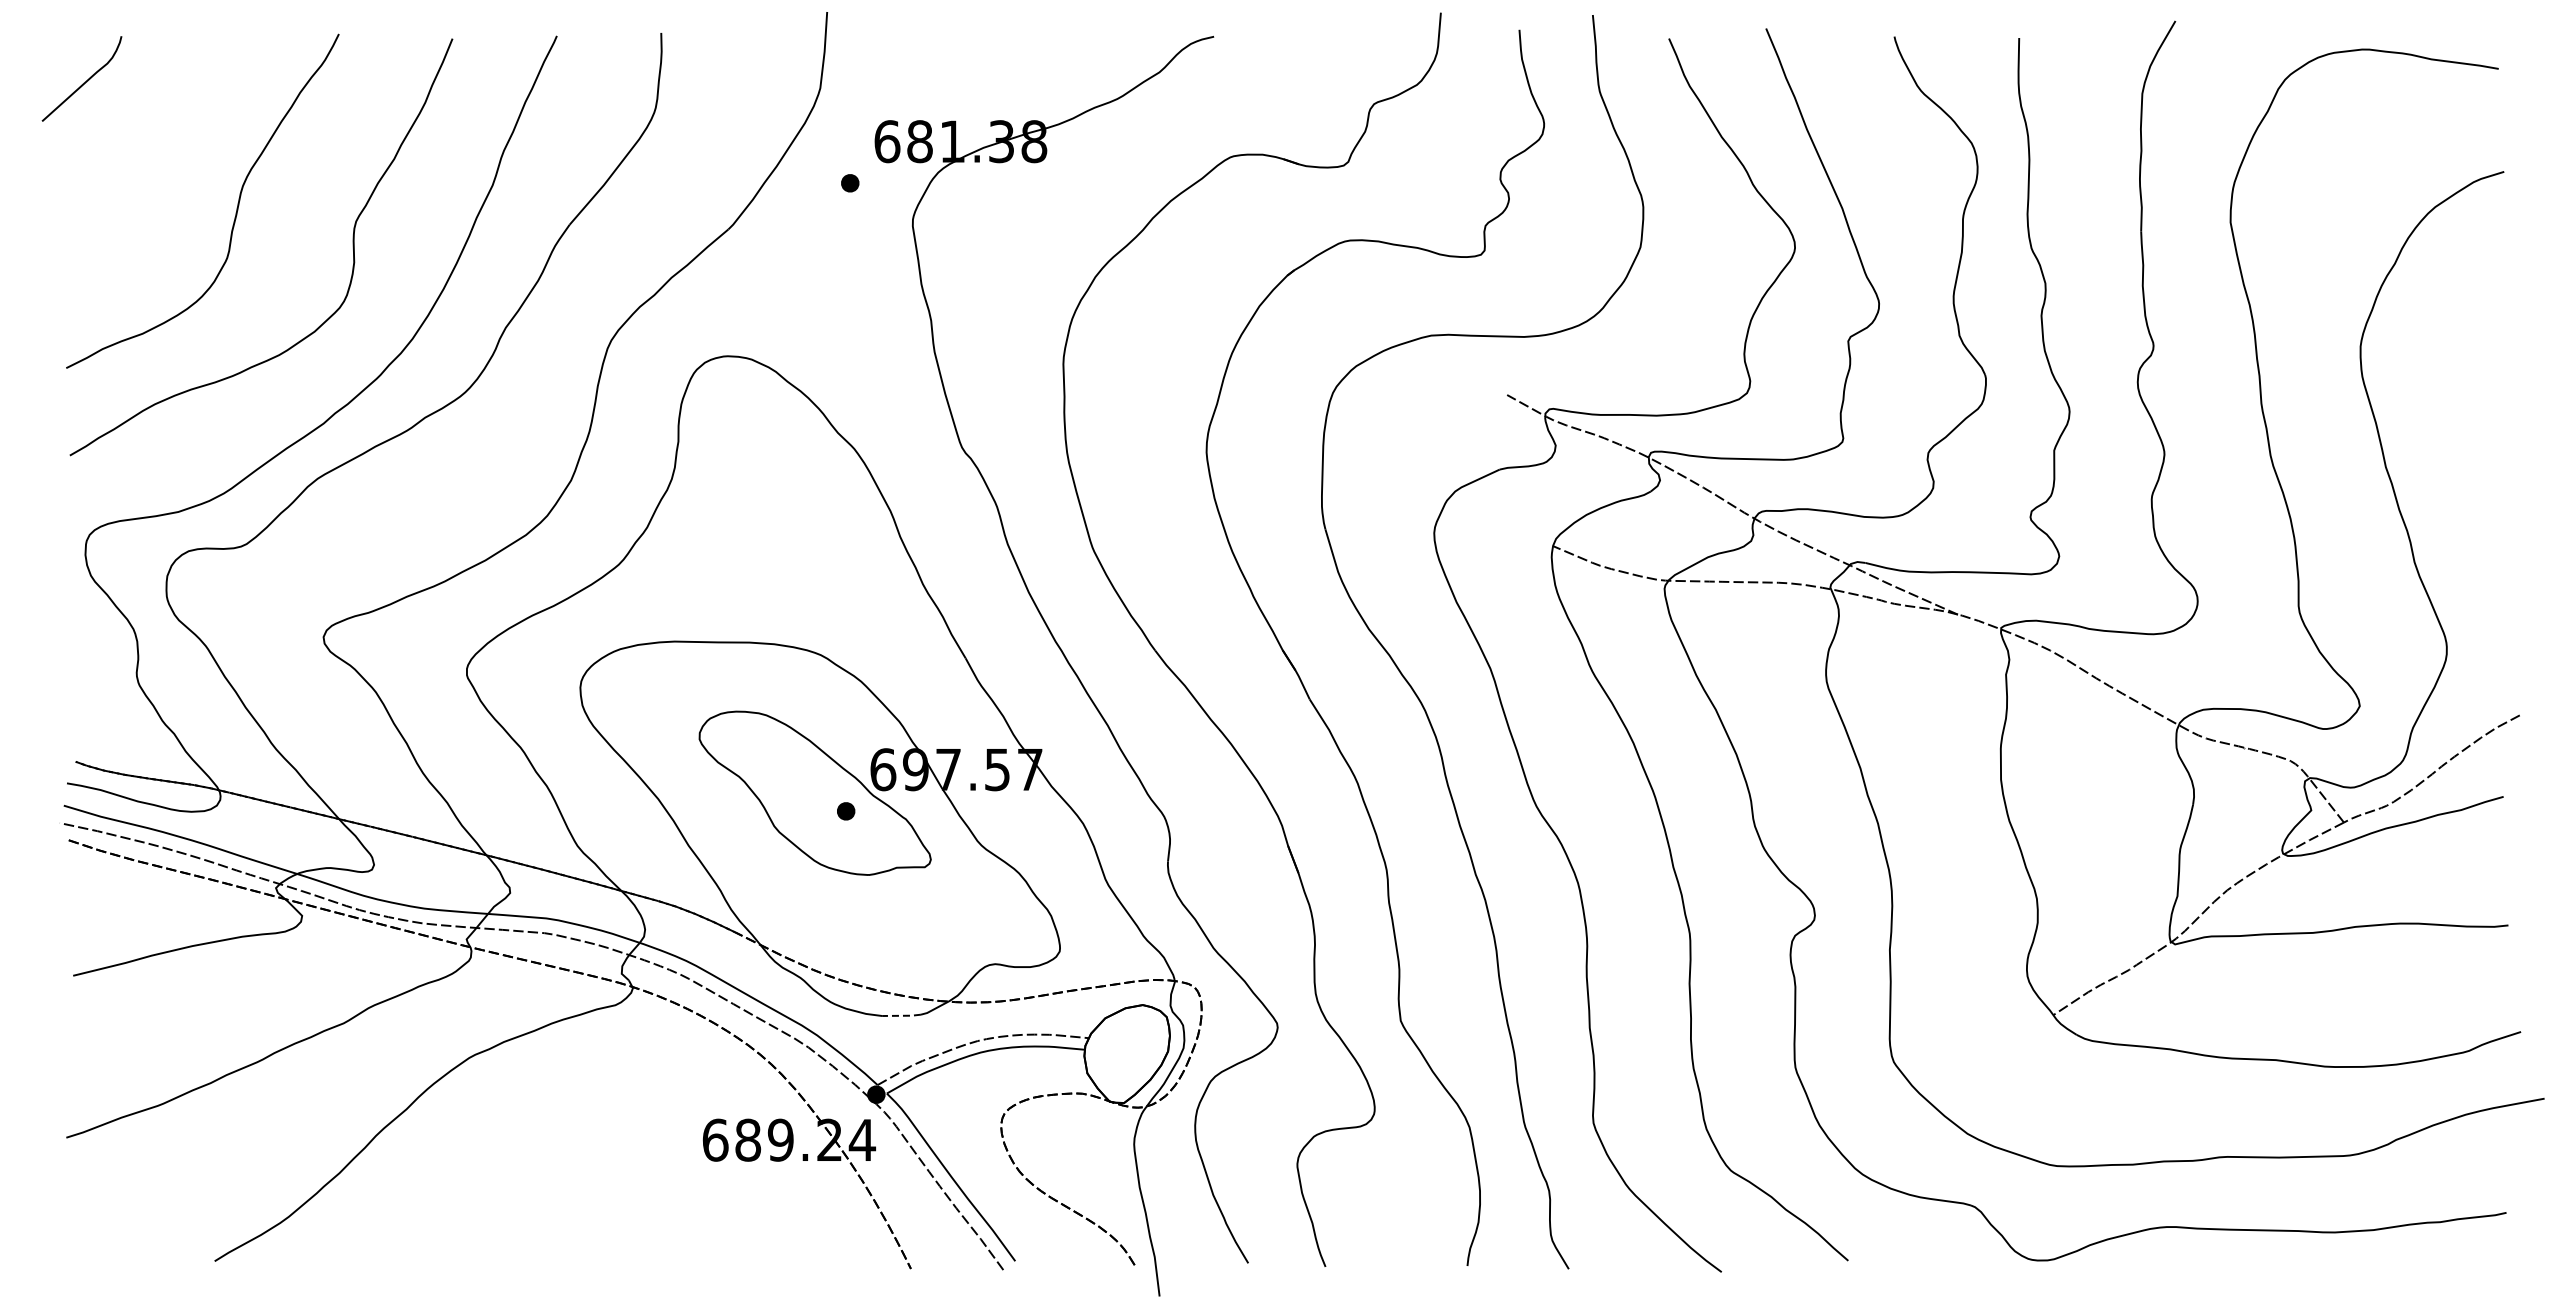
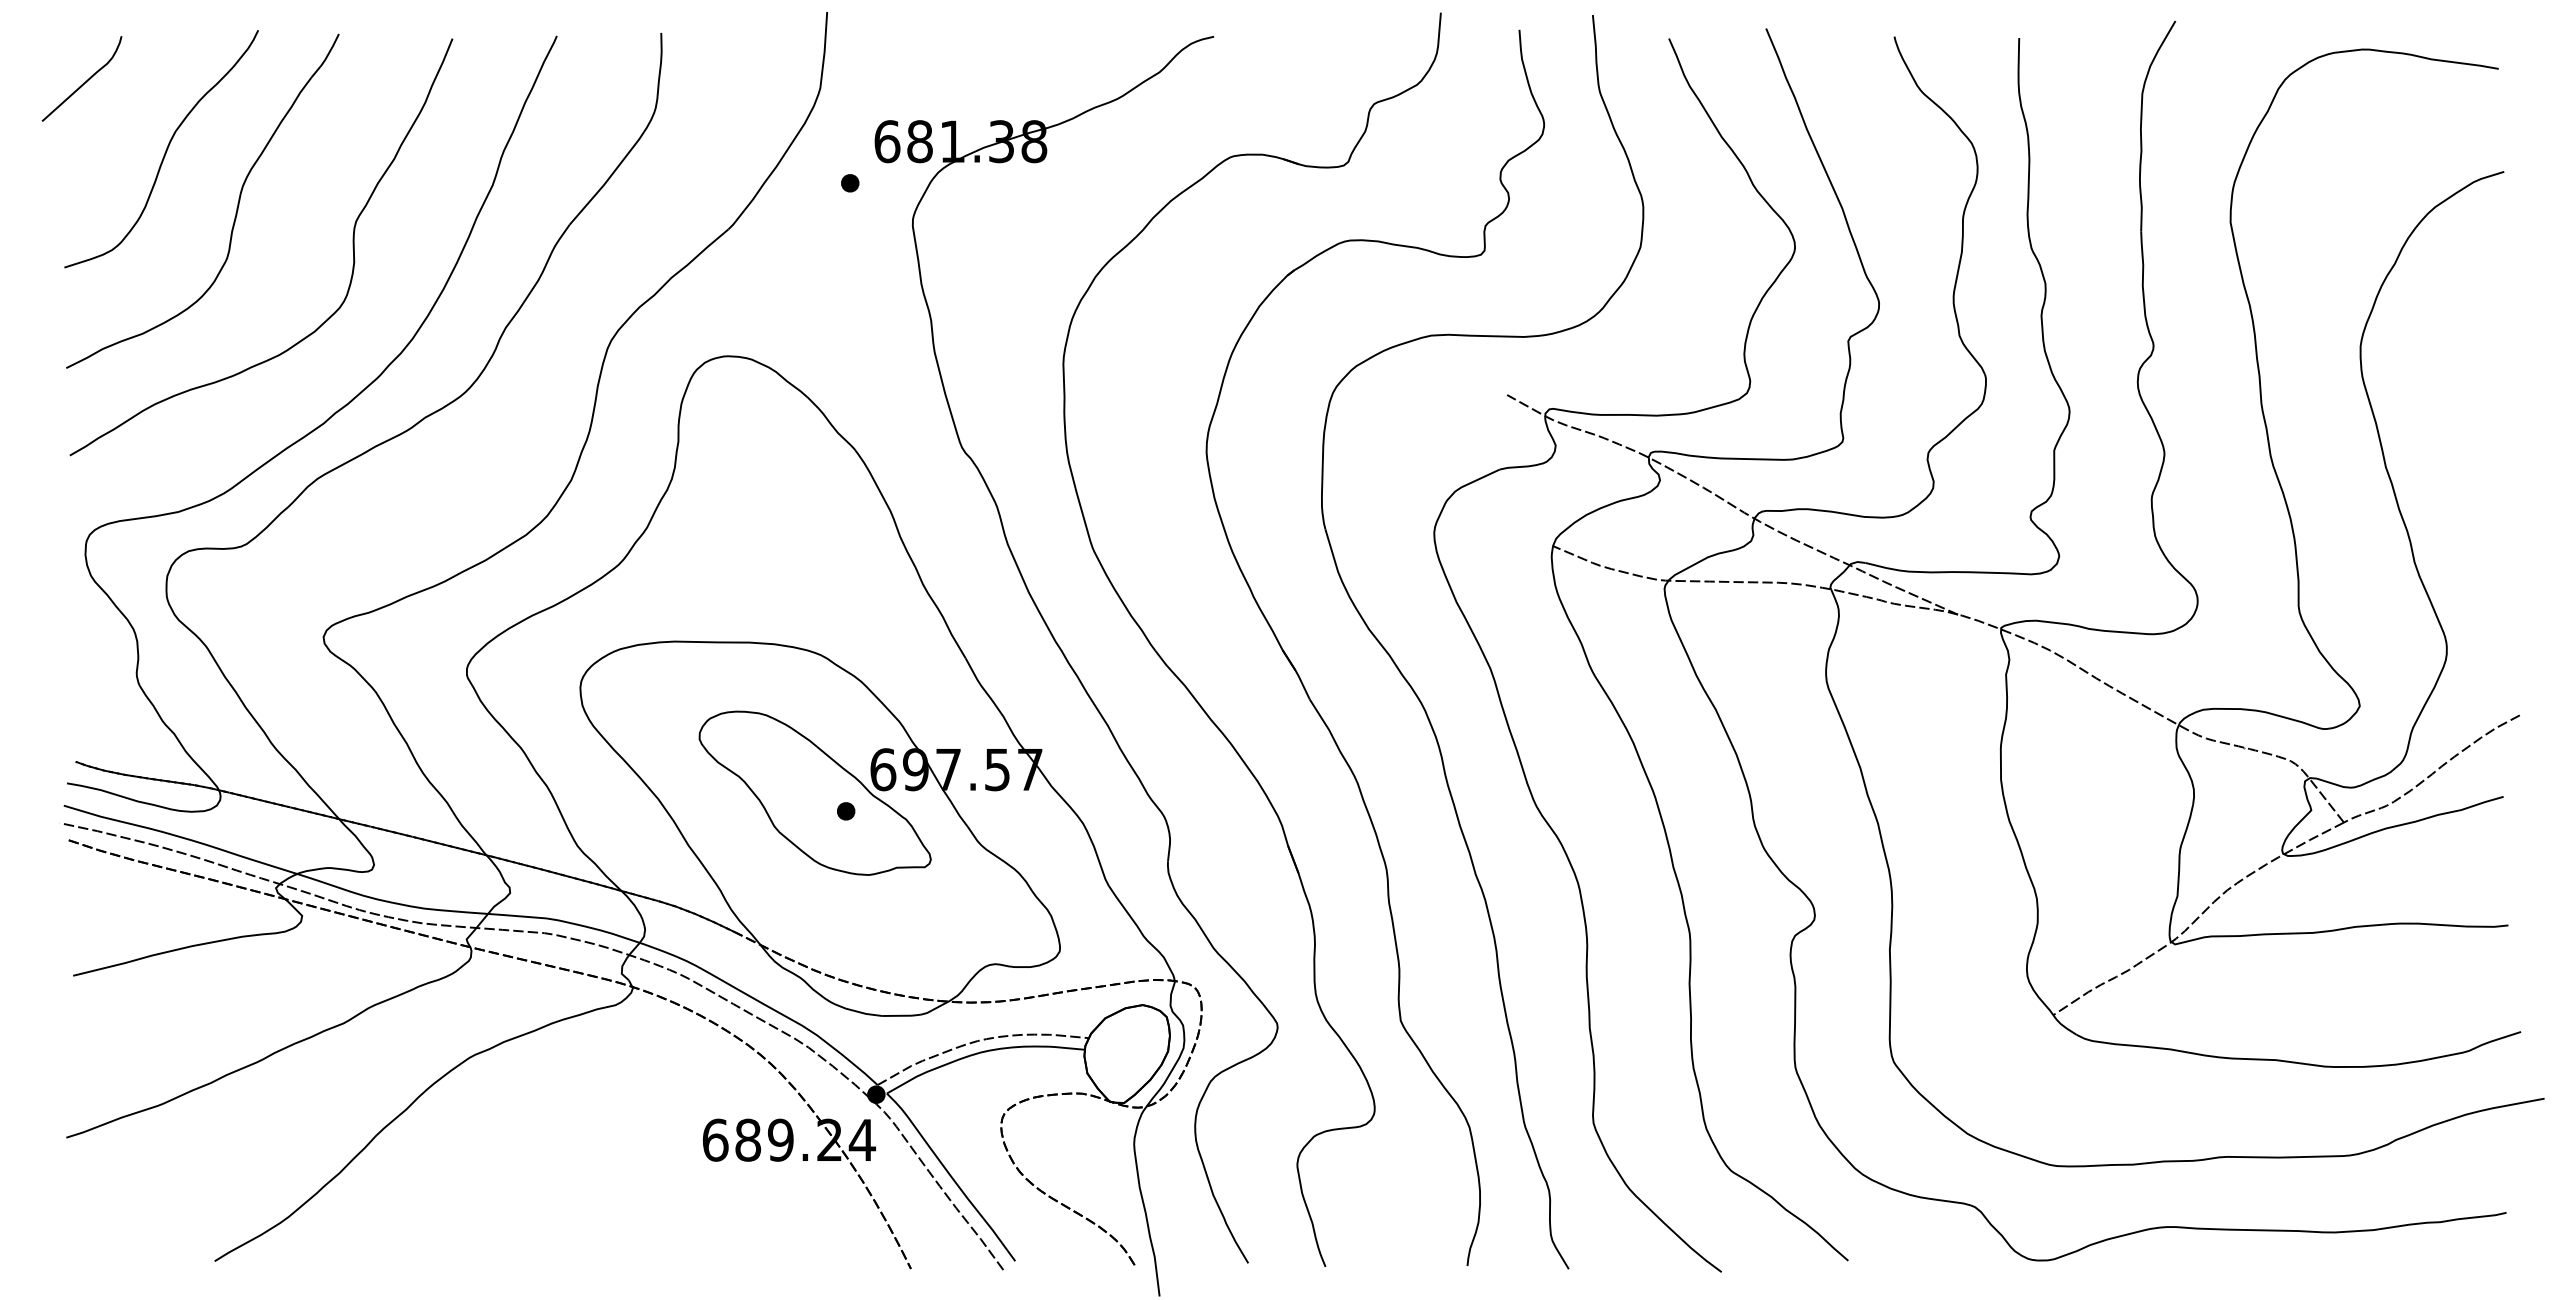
curve at (165, 150): none -> present
line at (901, 1015): dashed -> solid
